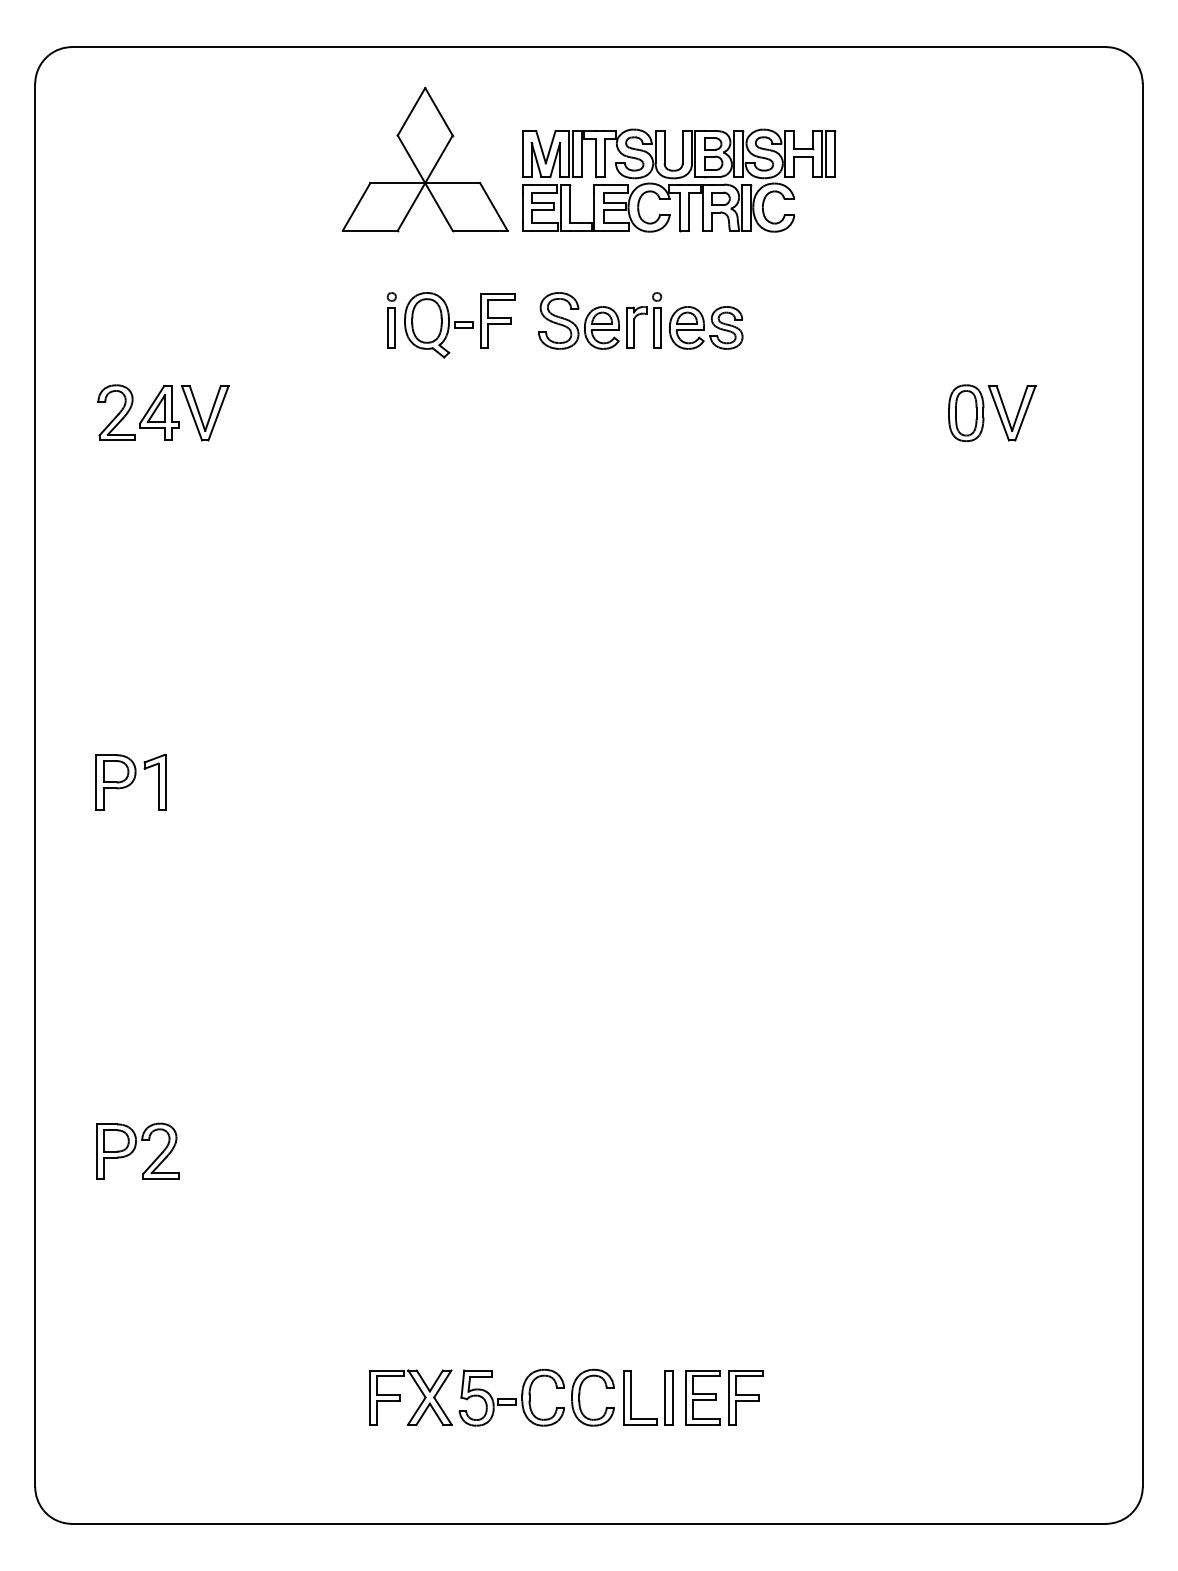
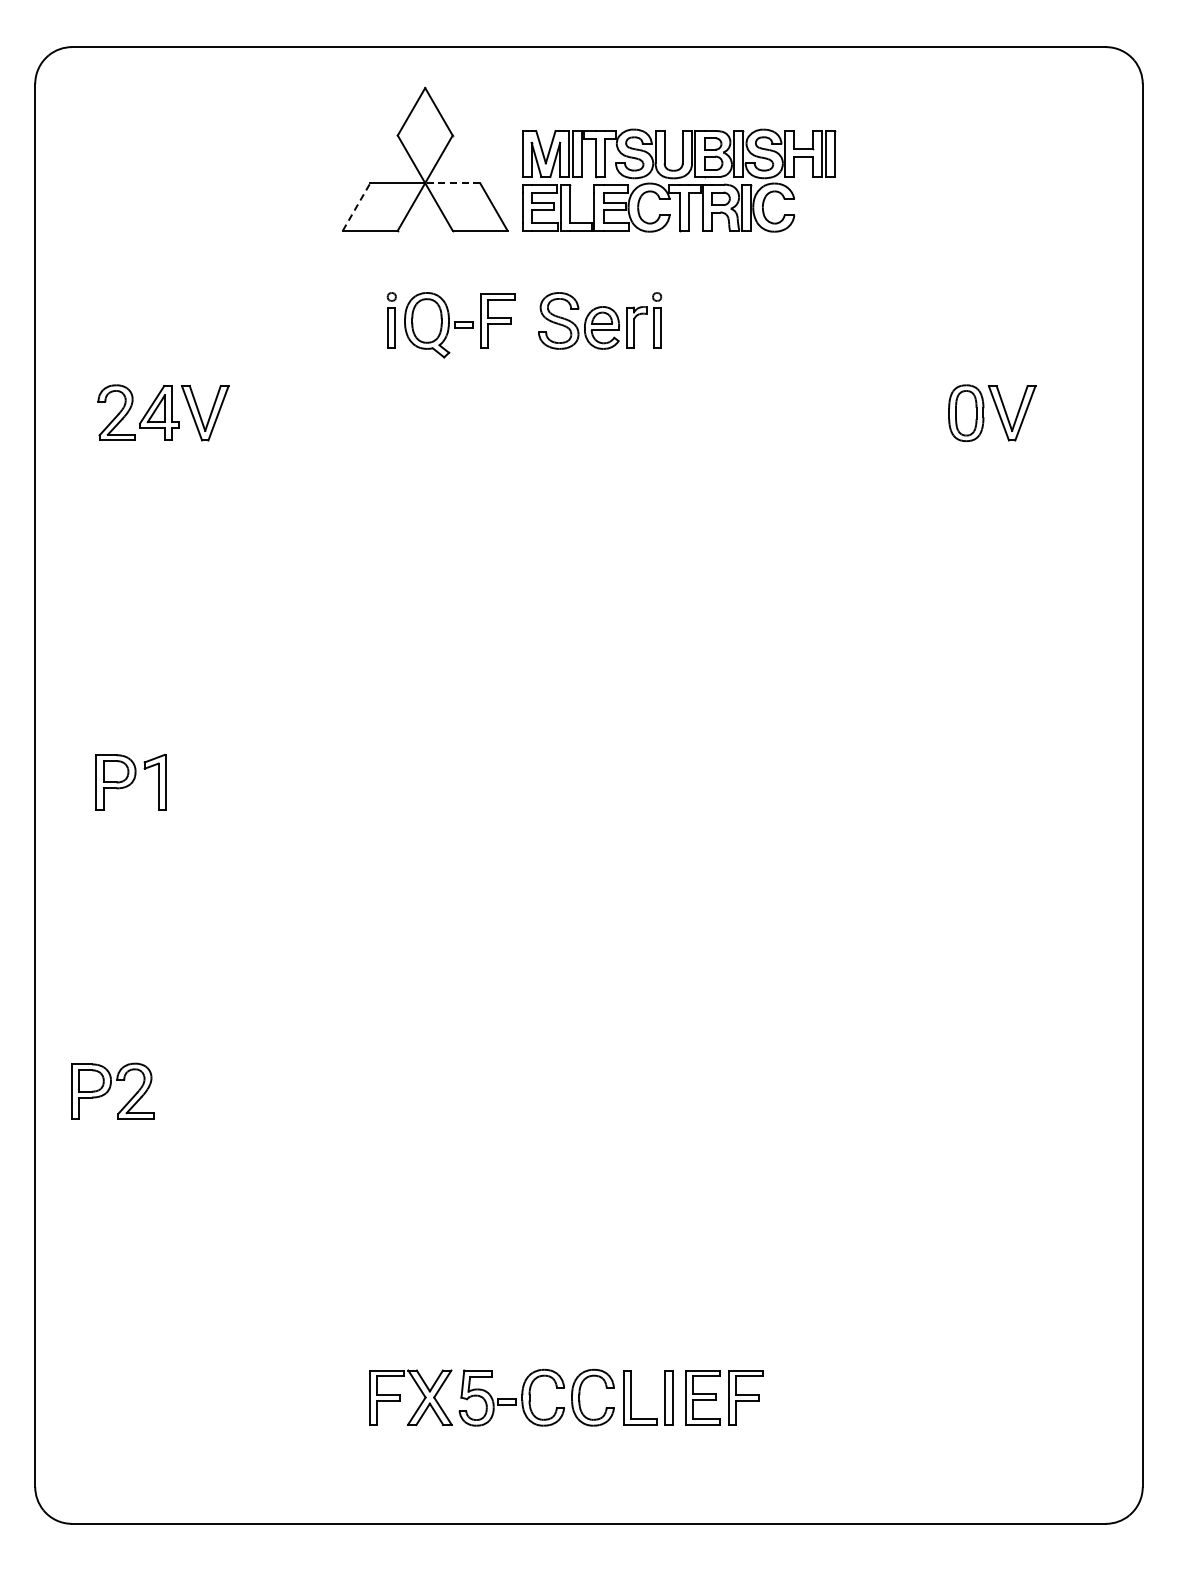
line at (452, 183): solid -> dashed
line at (356, 206): solid -> dashed
part at (706, 327): present -> none
part at (137, 1150) position: (137, 1150) -> (112, 1090)
